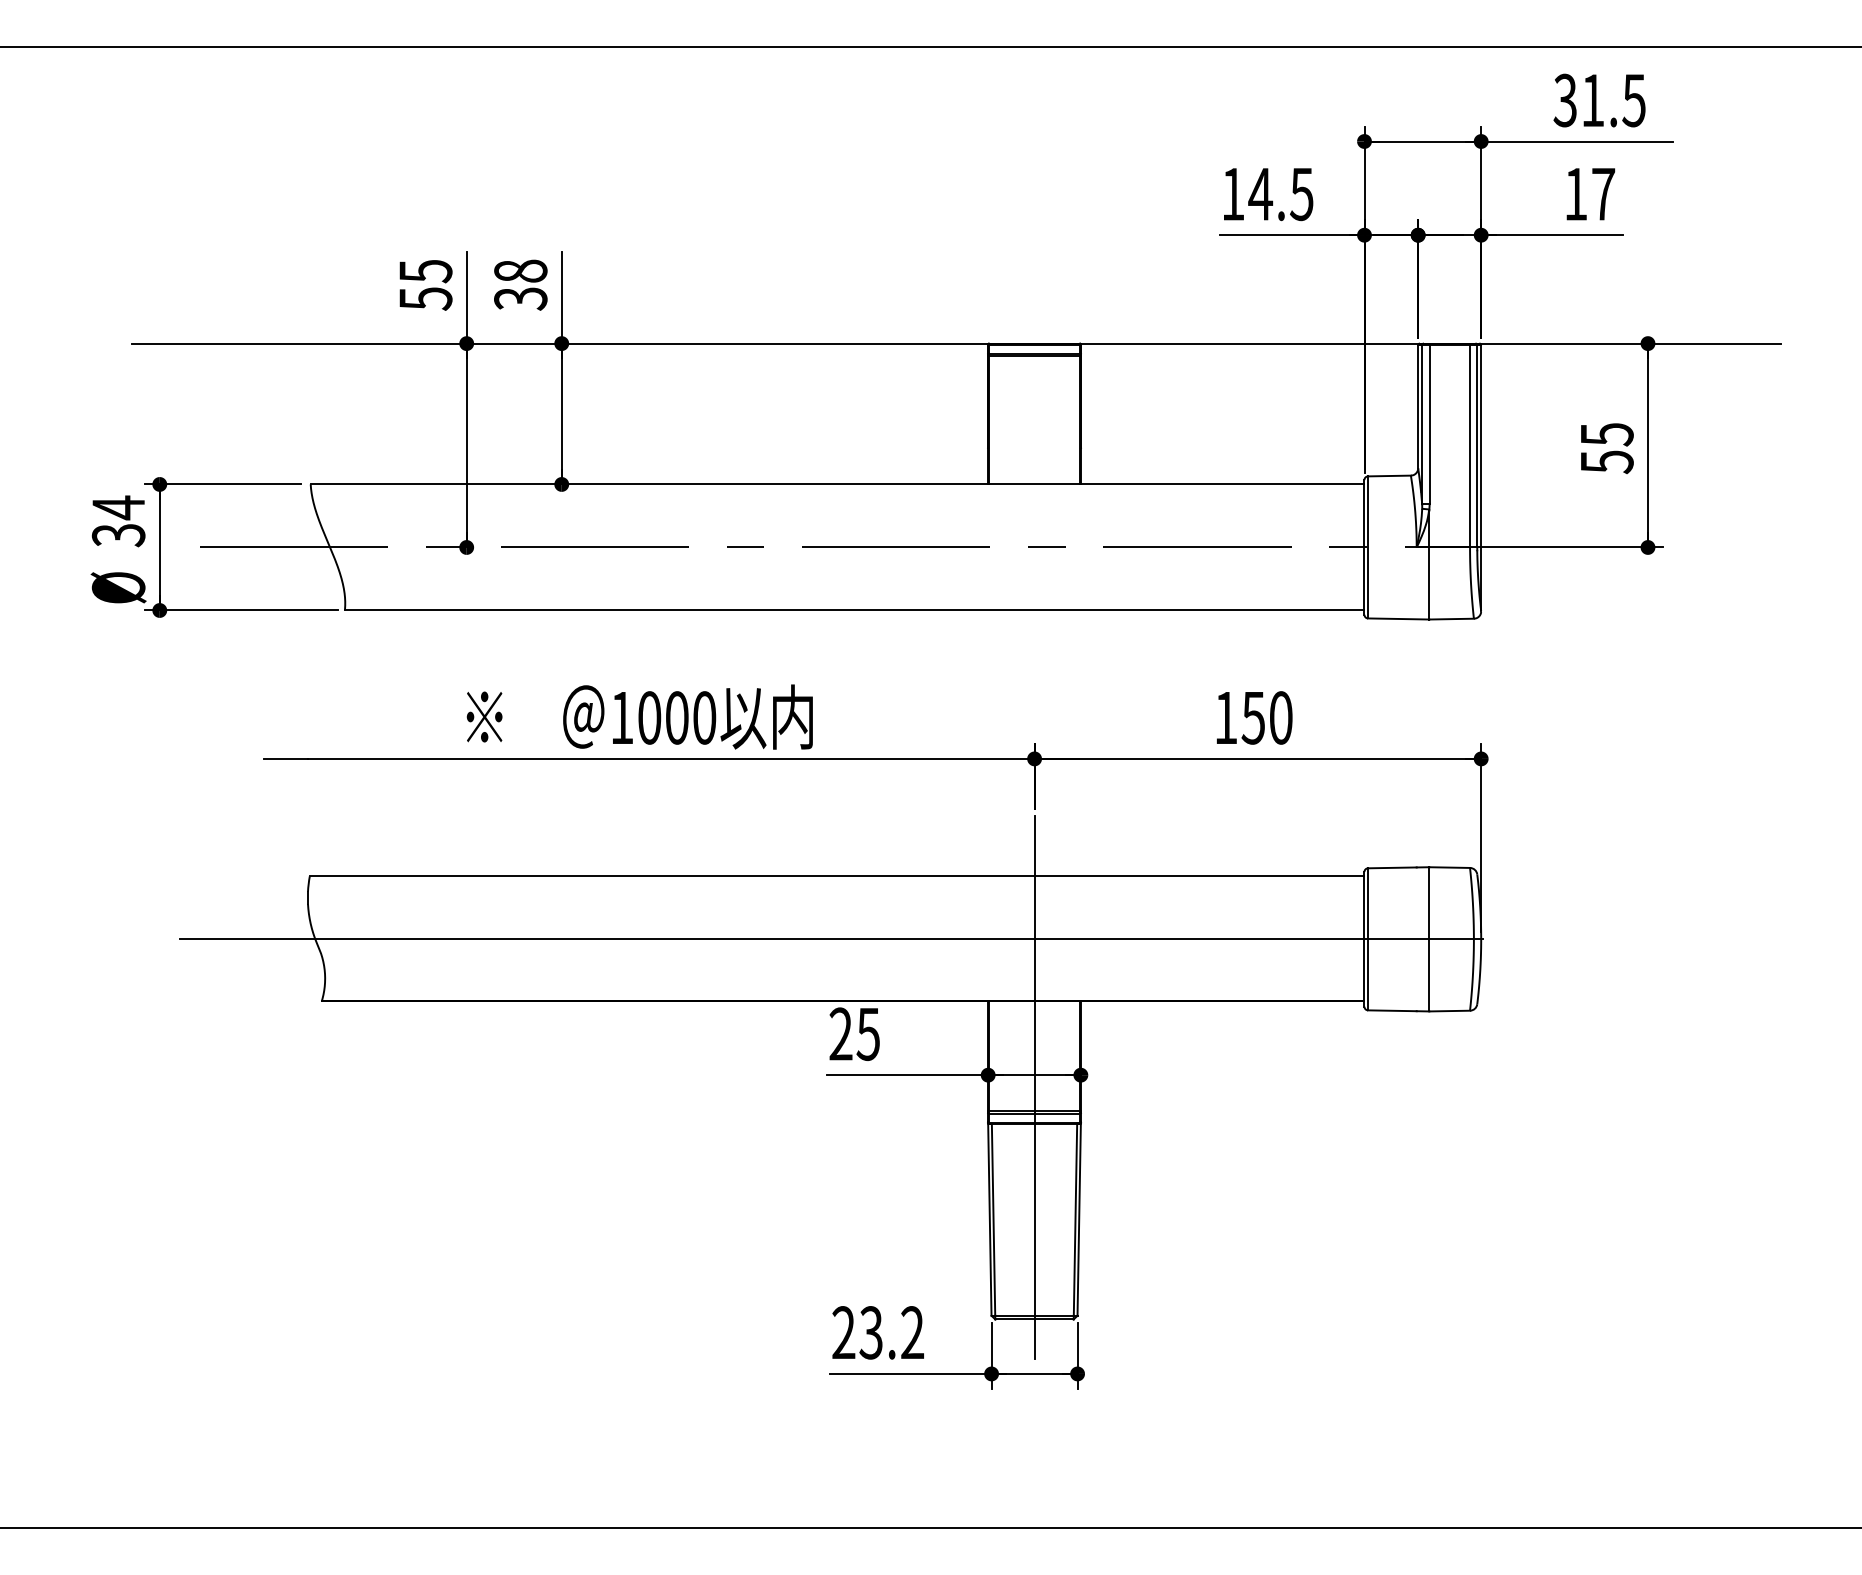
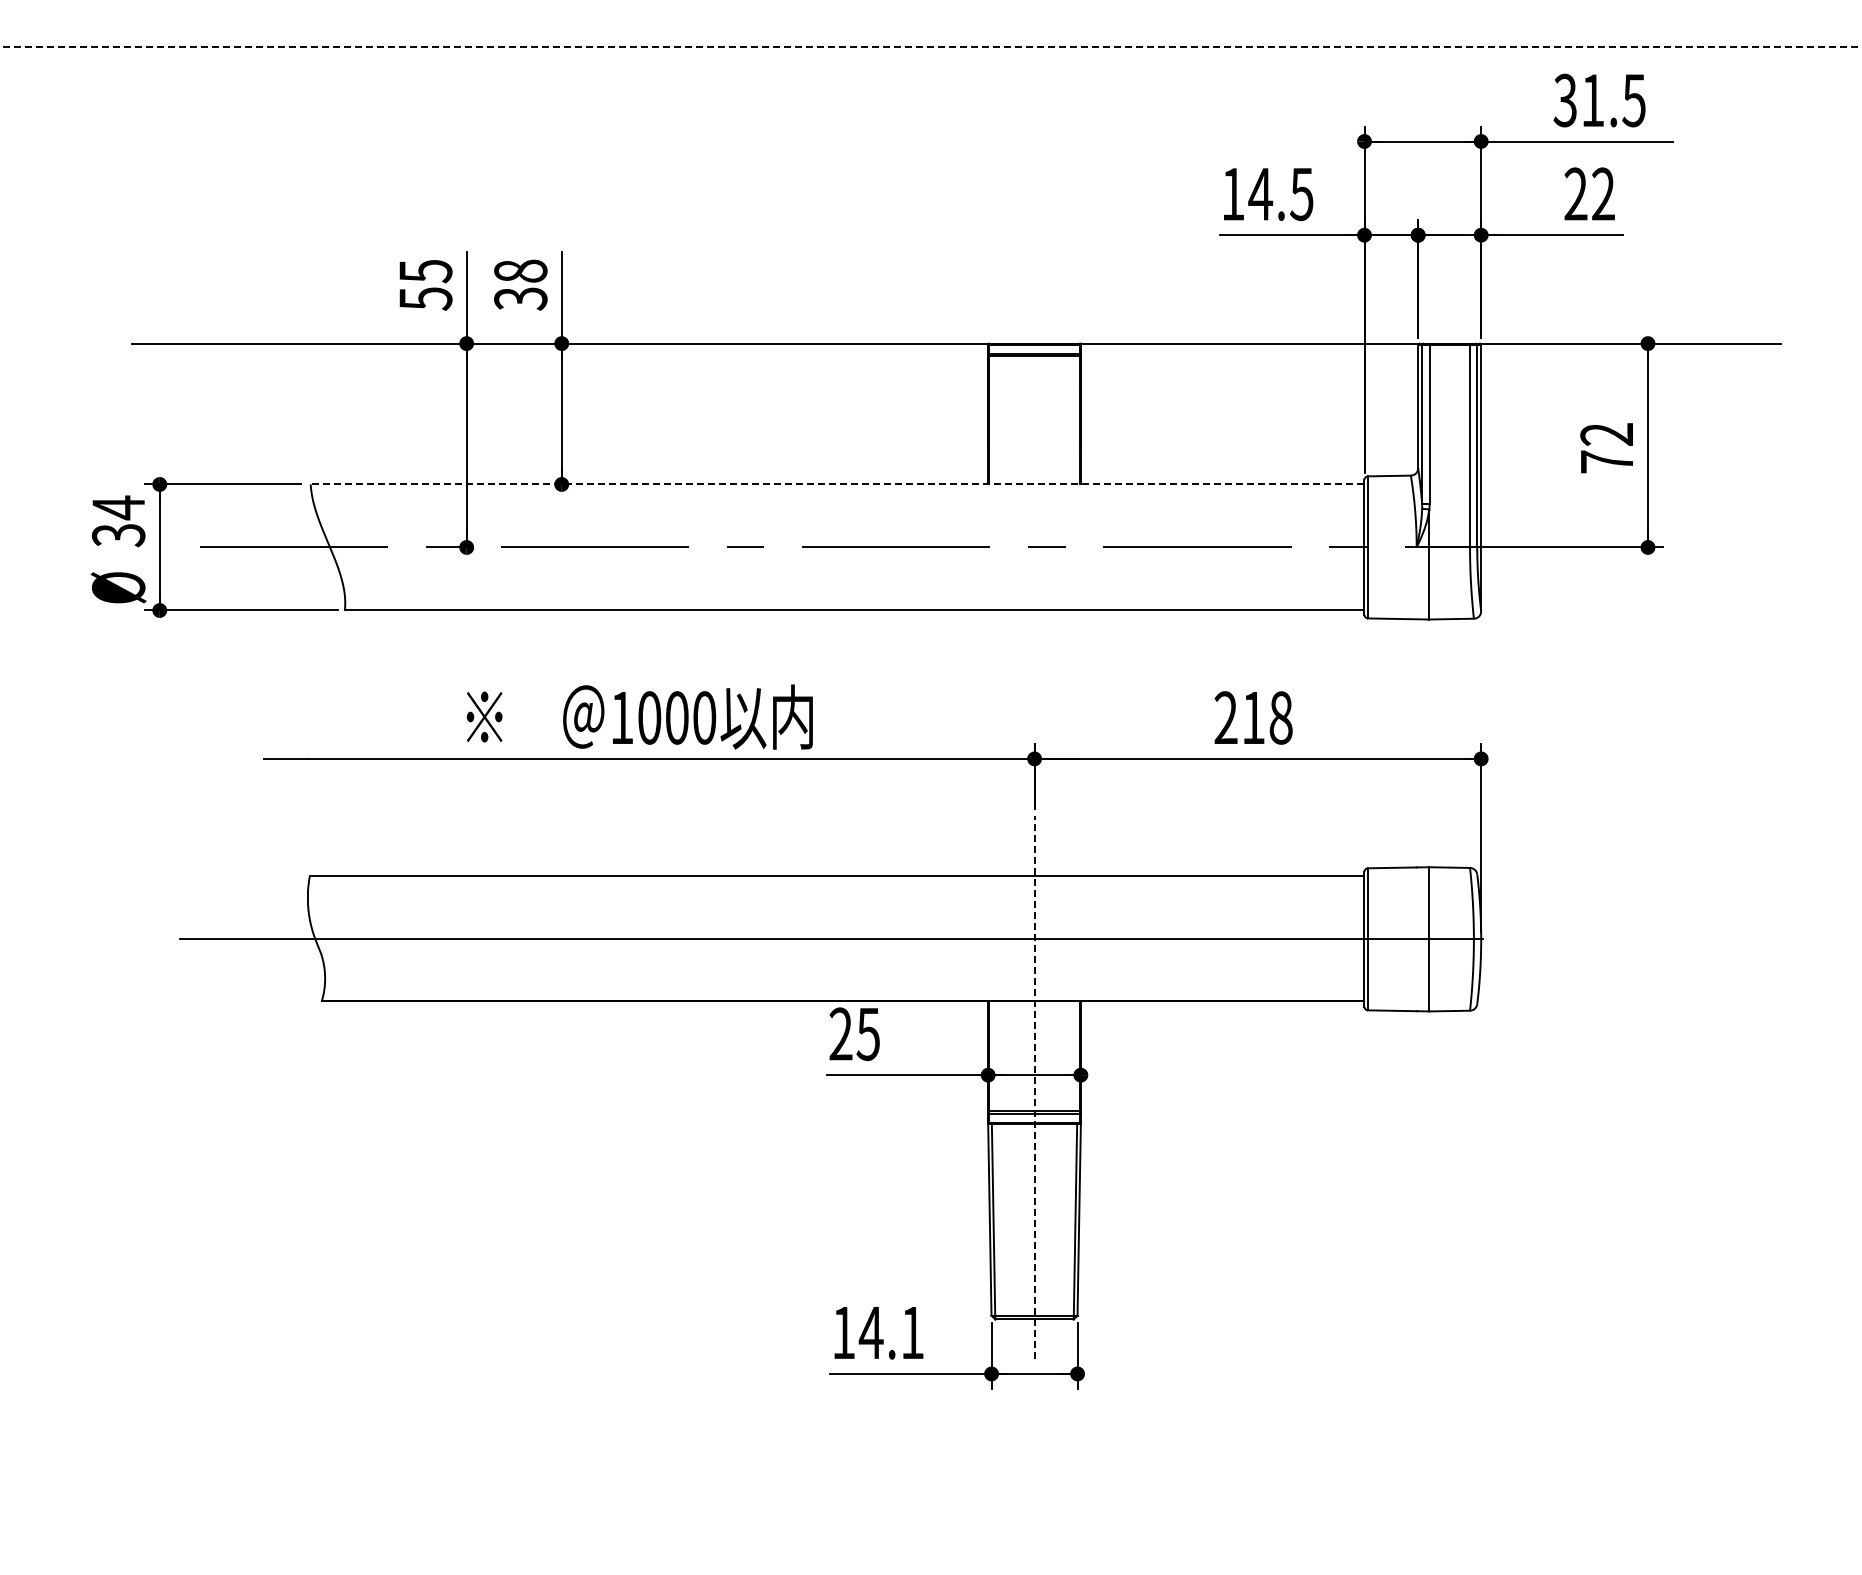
line at (931, 47): solid -> dashed
text at (1589, 193): 17 -> 22
text at (1606, 448): 55 -> 72
line at (837, 484): solid -> dashed
text at (1253, 717): 150 -> 218
line at (1034, 1087): solid -> dashed
text at (877, 1332): 23.2 -> 14.1
line at (930, 1527): present -> none
